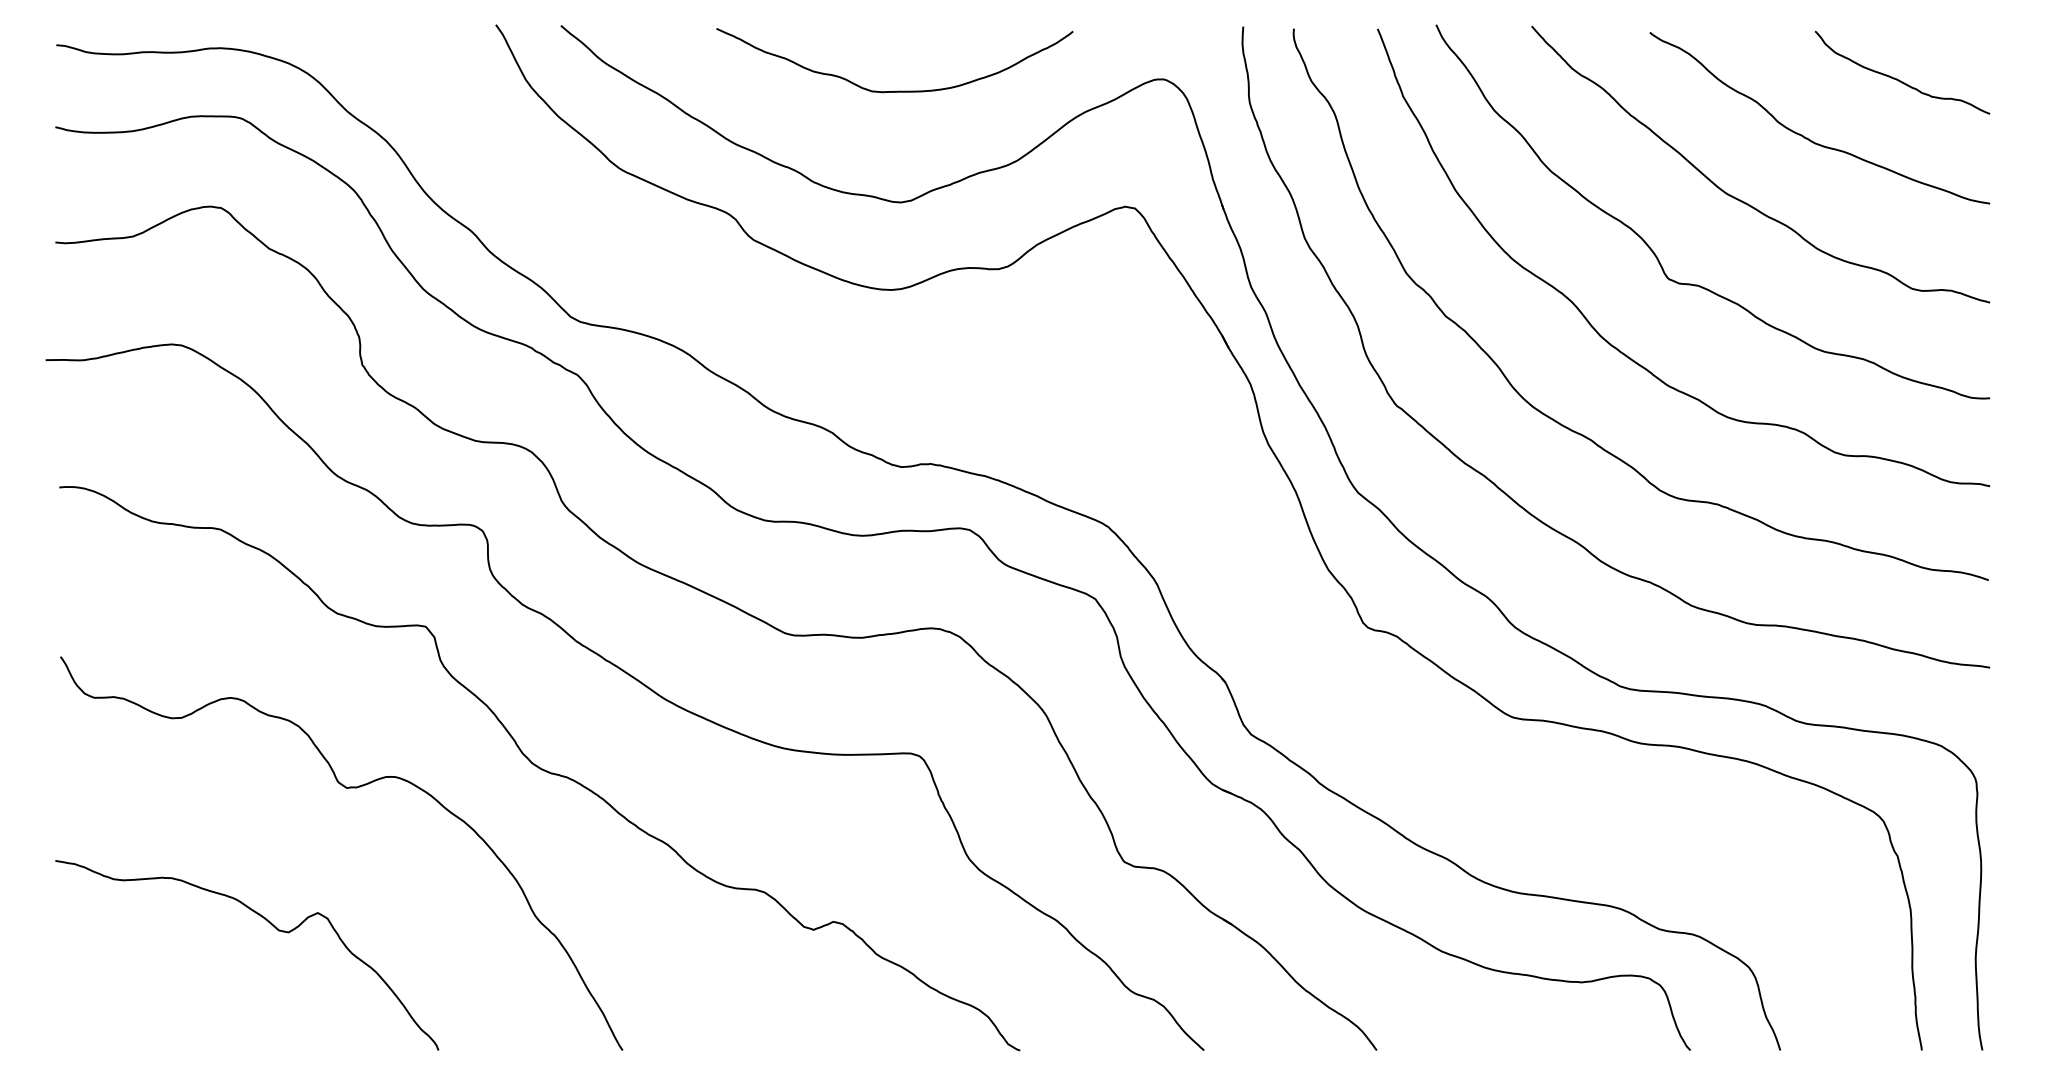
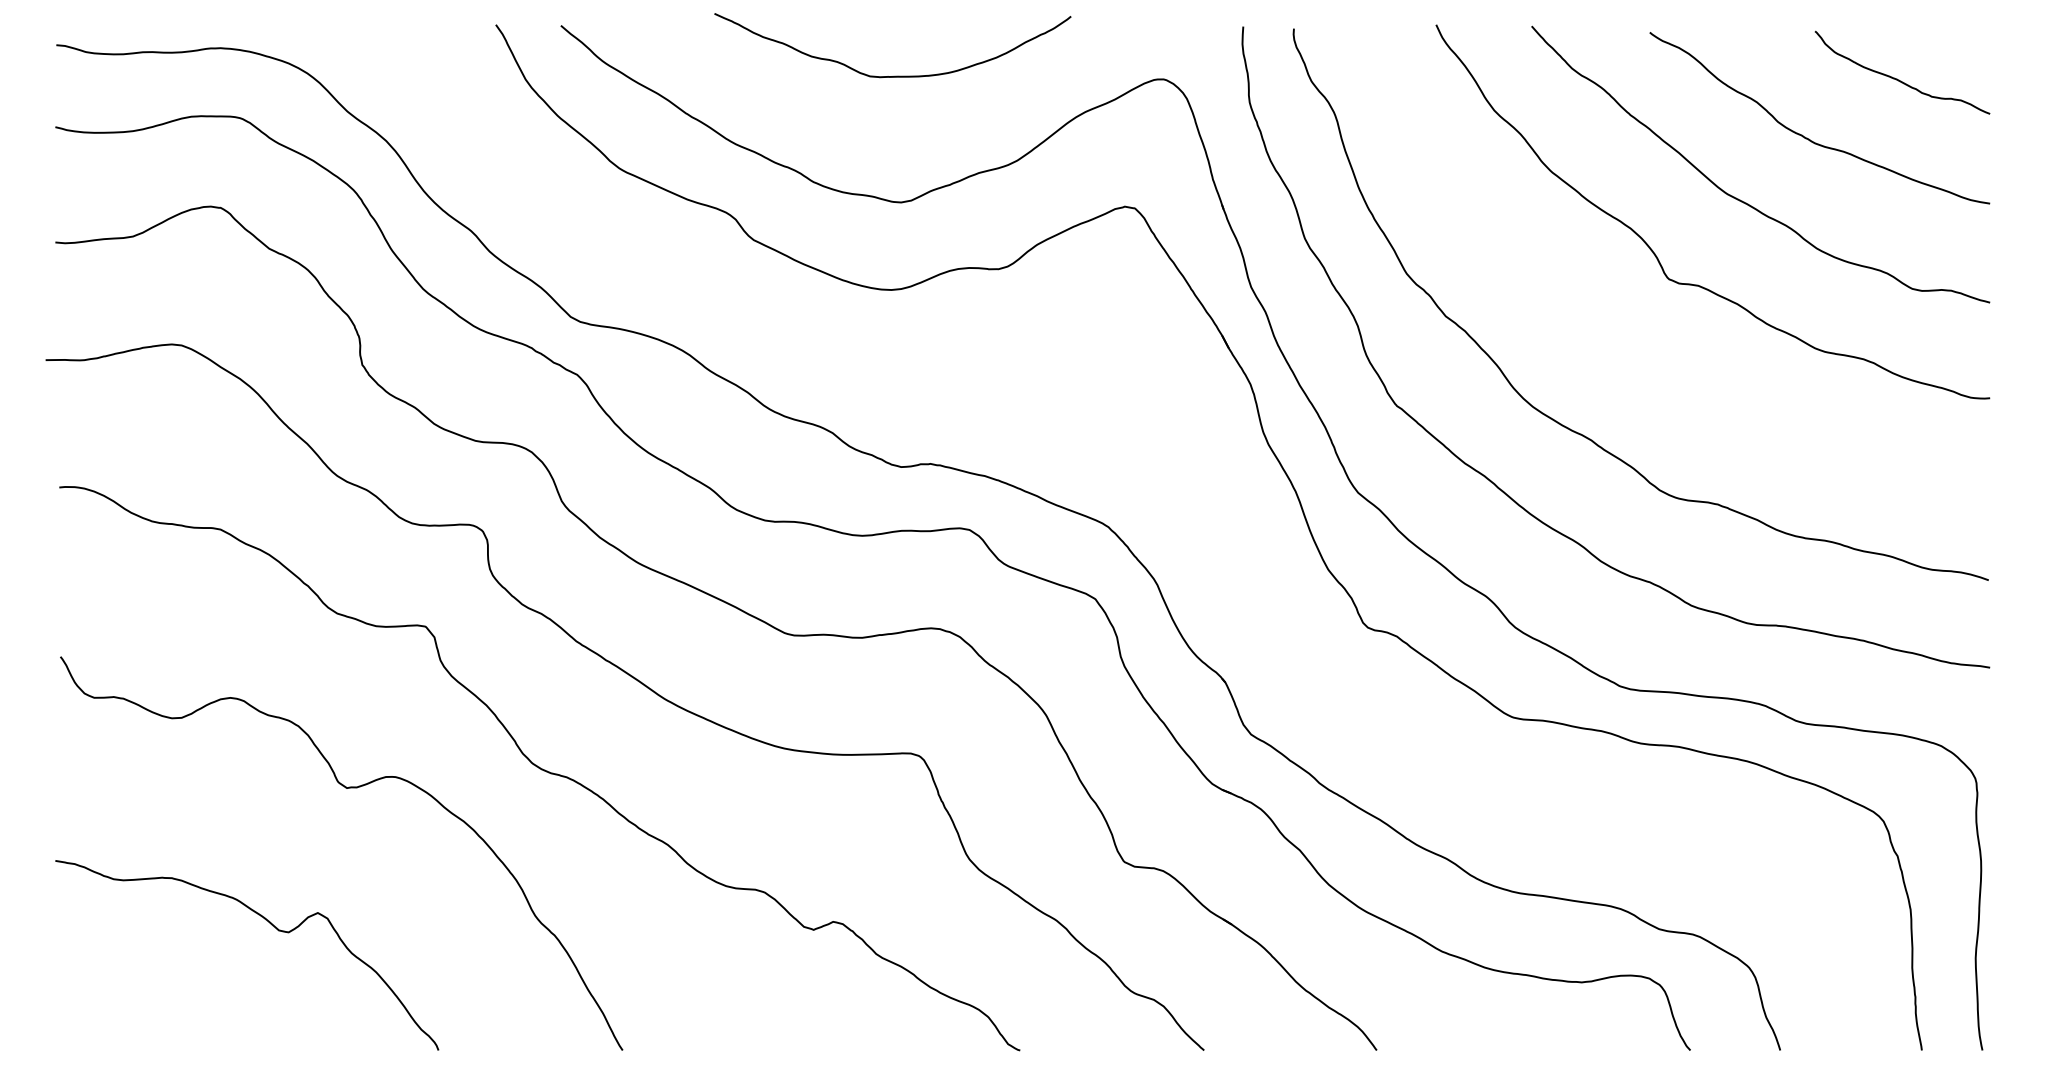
curve at (896, 90) position: (896, 90) -> (894, 75)
curve at (1615, 346): present -> none
